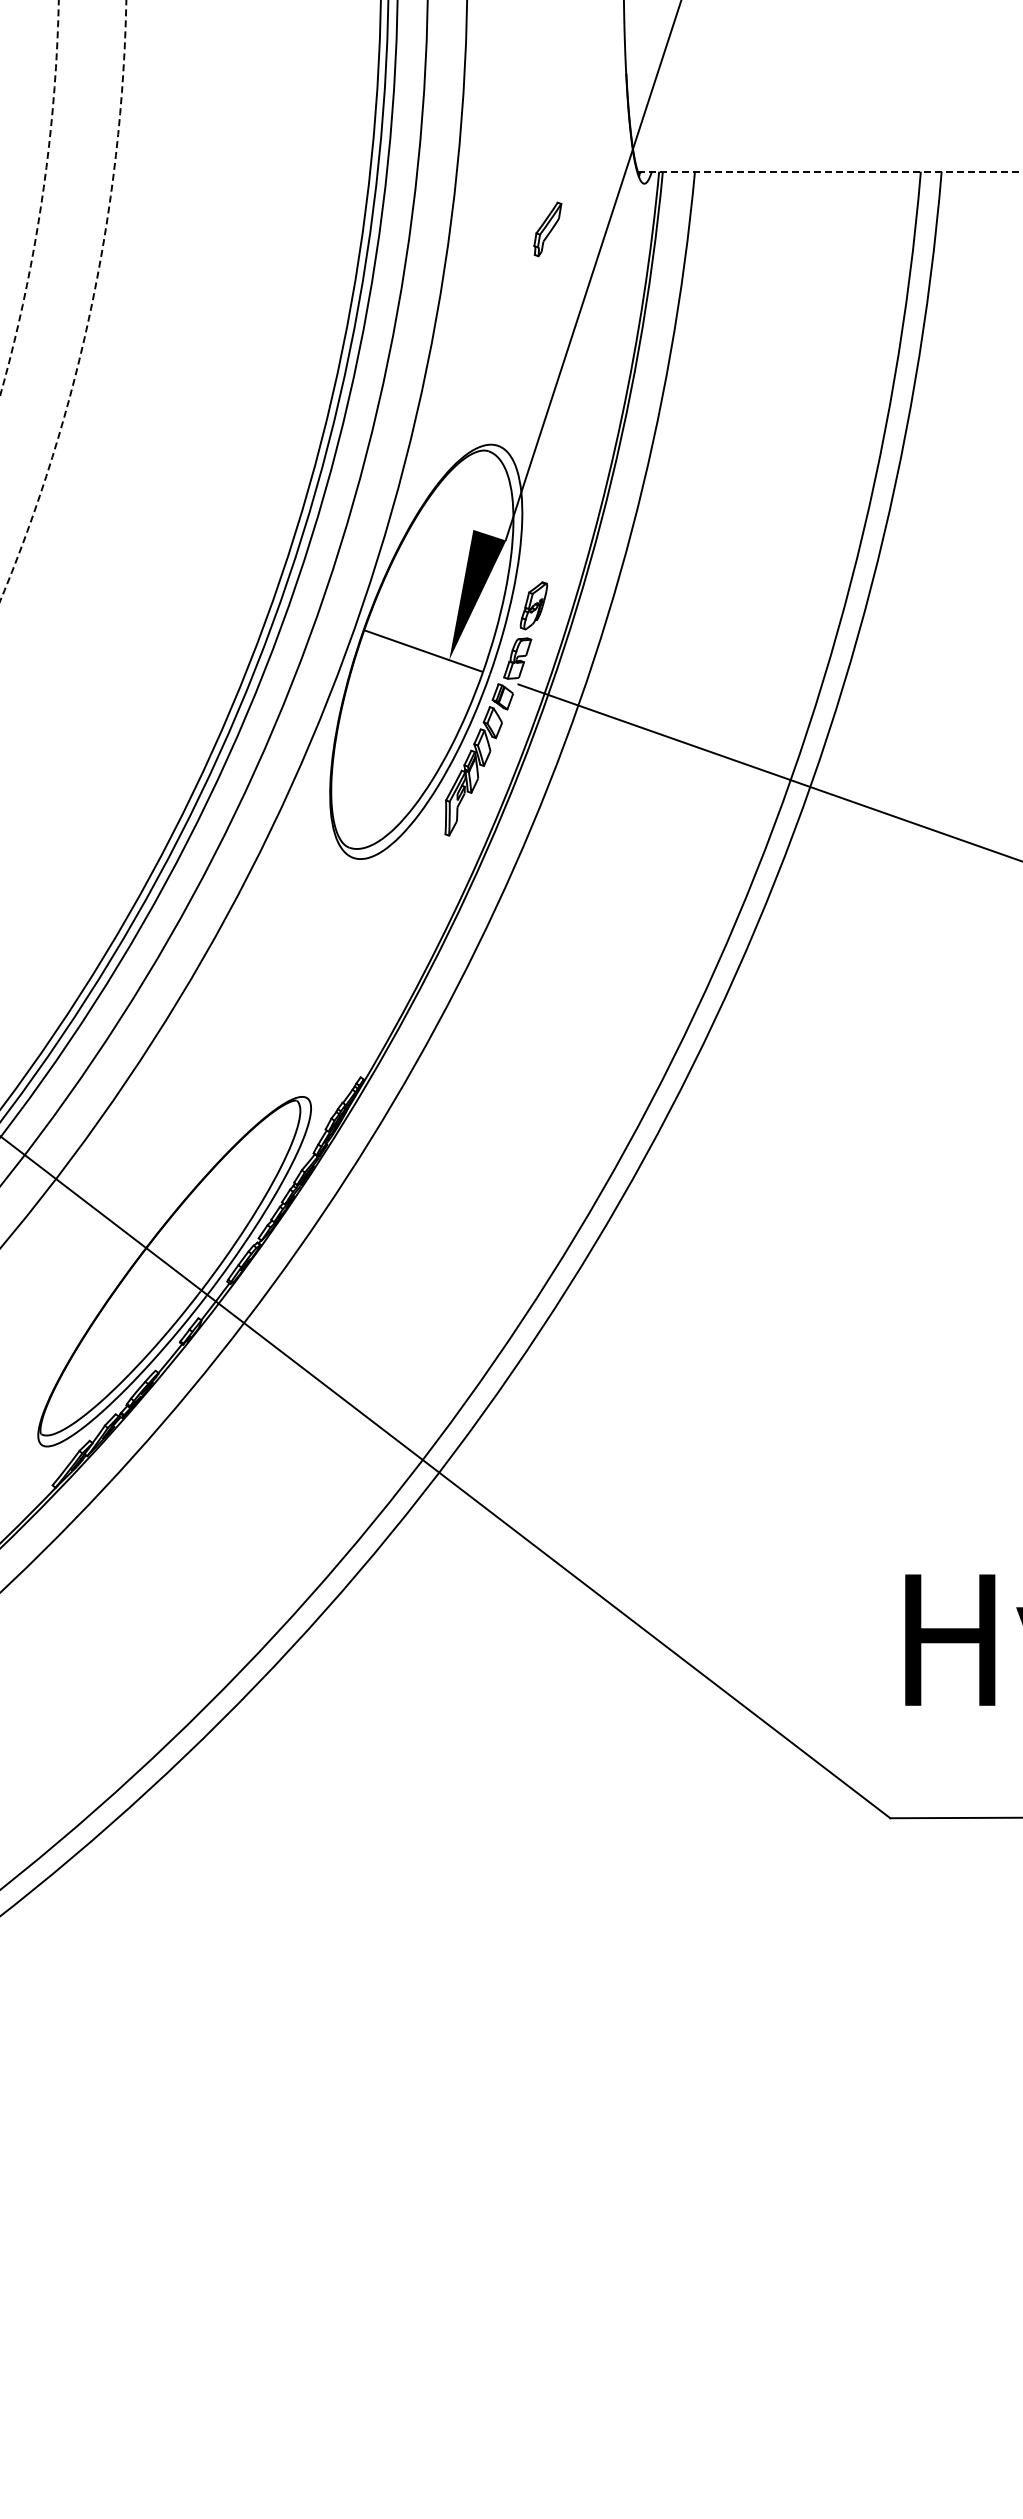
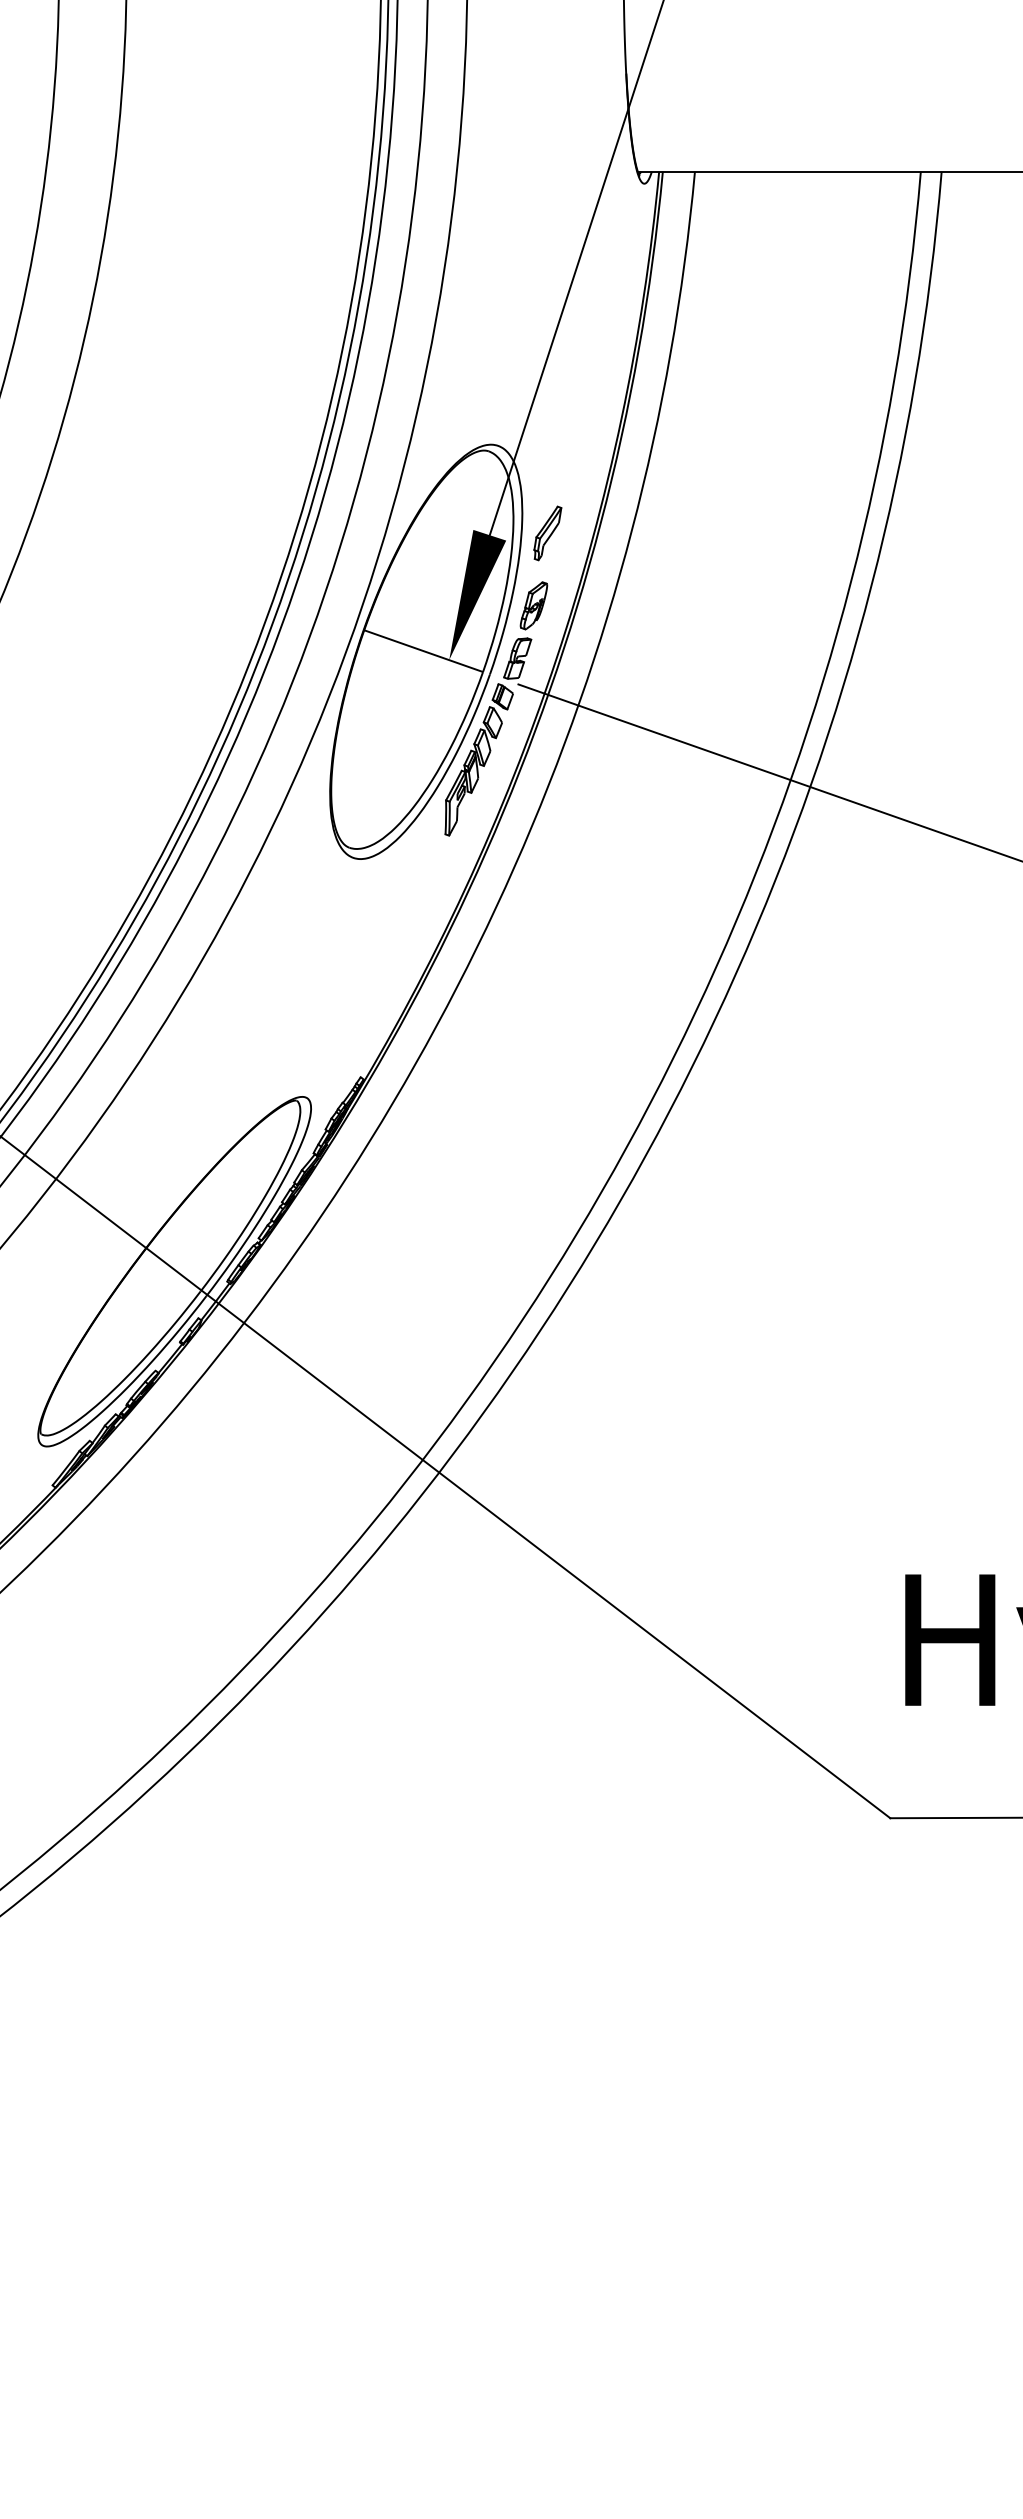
line at (830, 171): dashed -> solid
circle at (29, 198): dashed -> solid
part at (547, 229) position: (547, 229) -> (547, 533)
line at (592, 271) position: (592, 271) -> (575, 268)
circle at (63, 300): dashed -> solid
